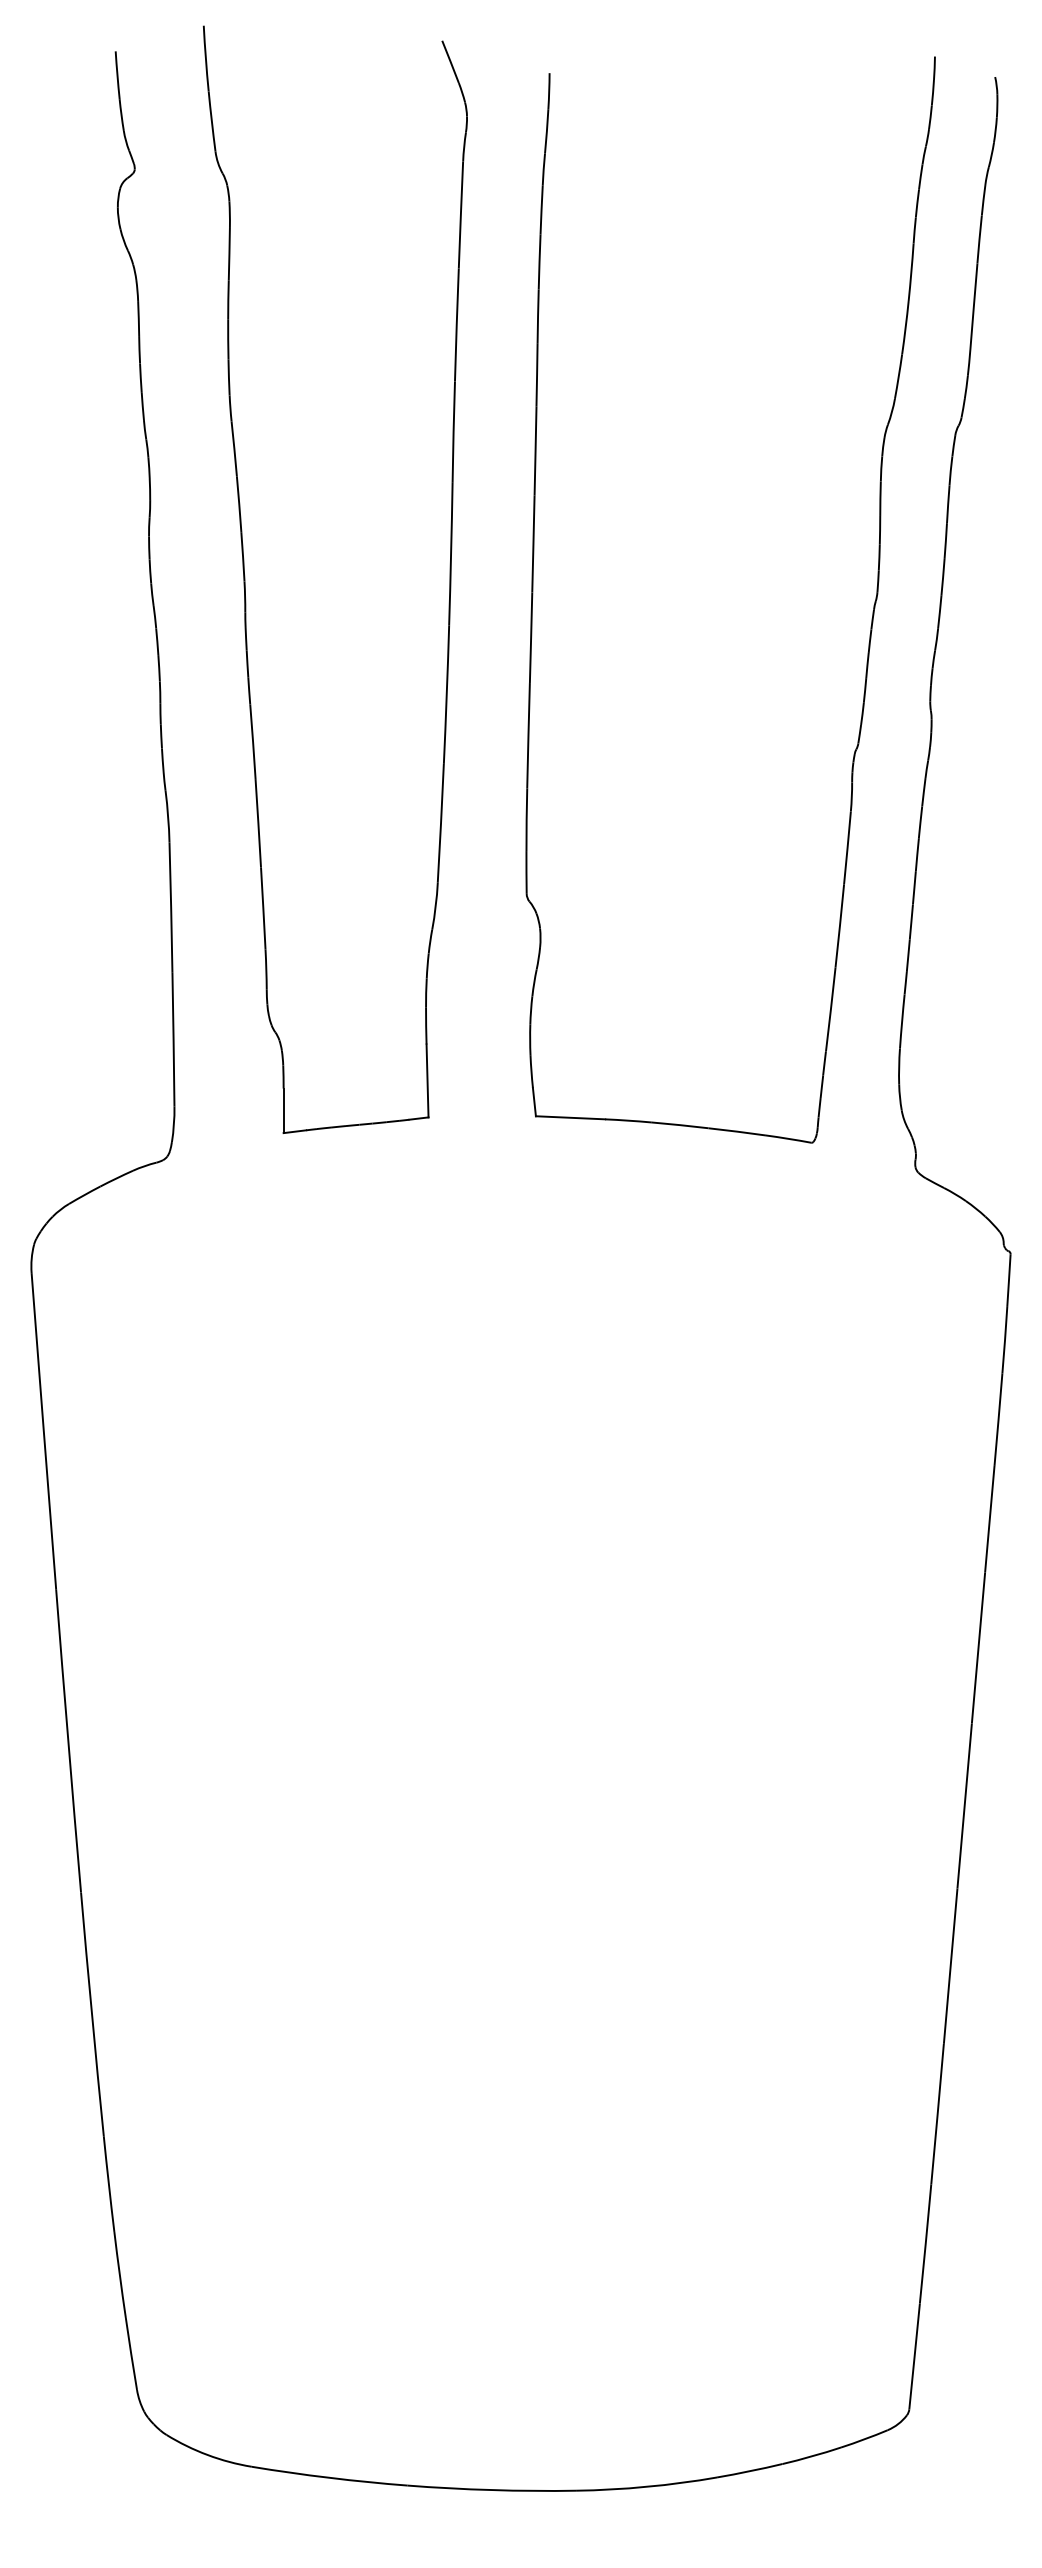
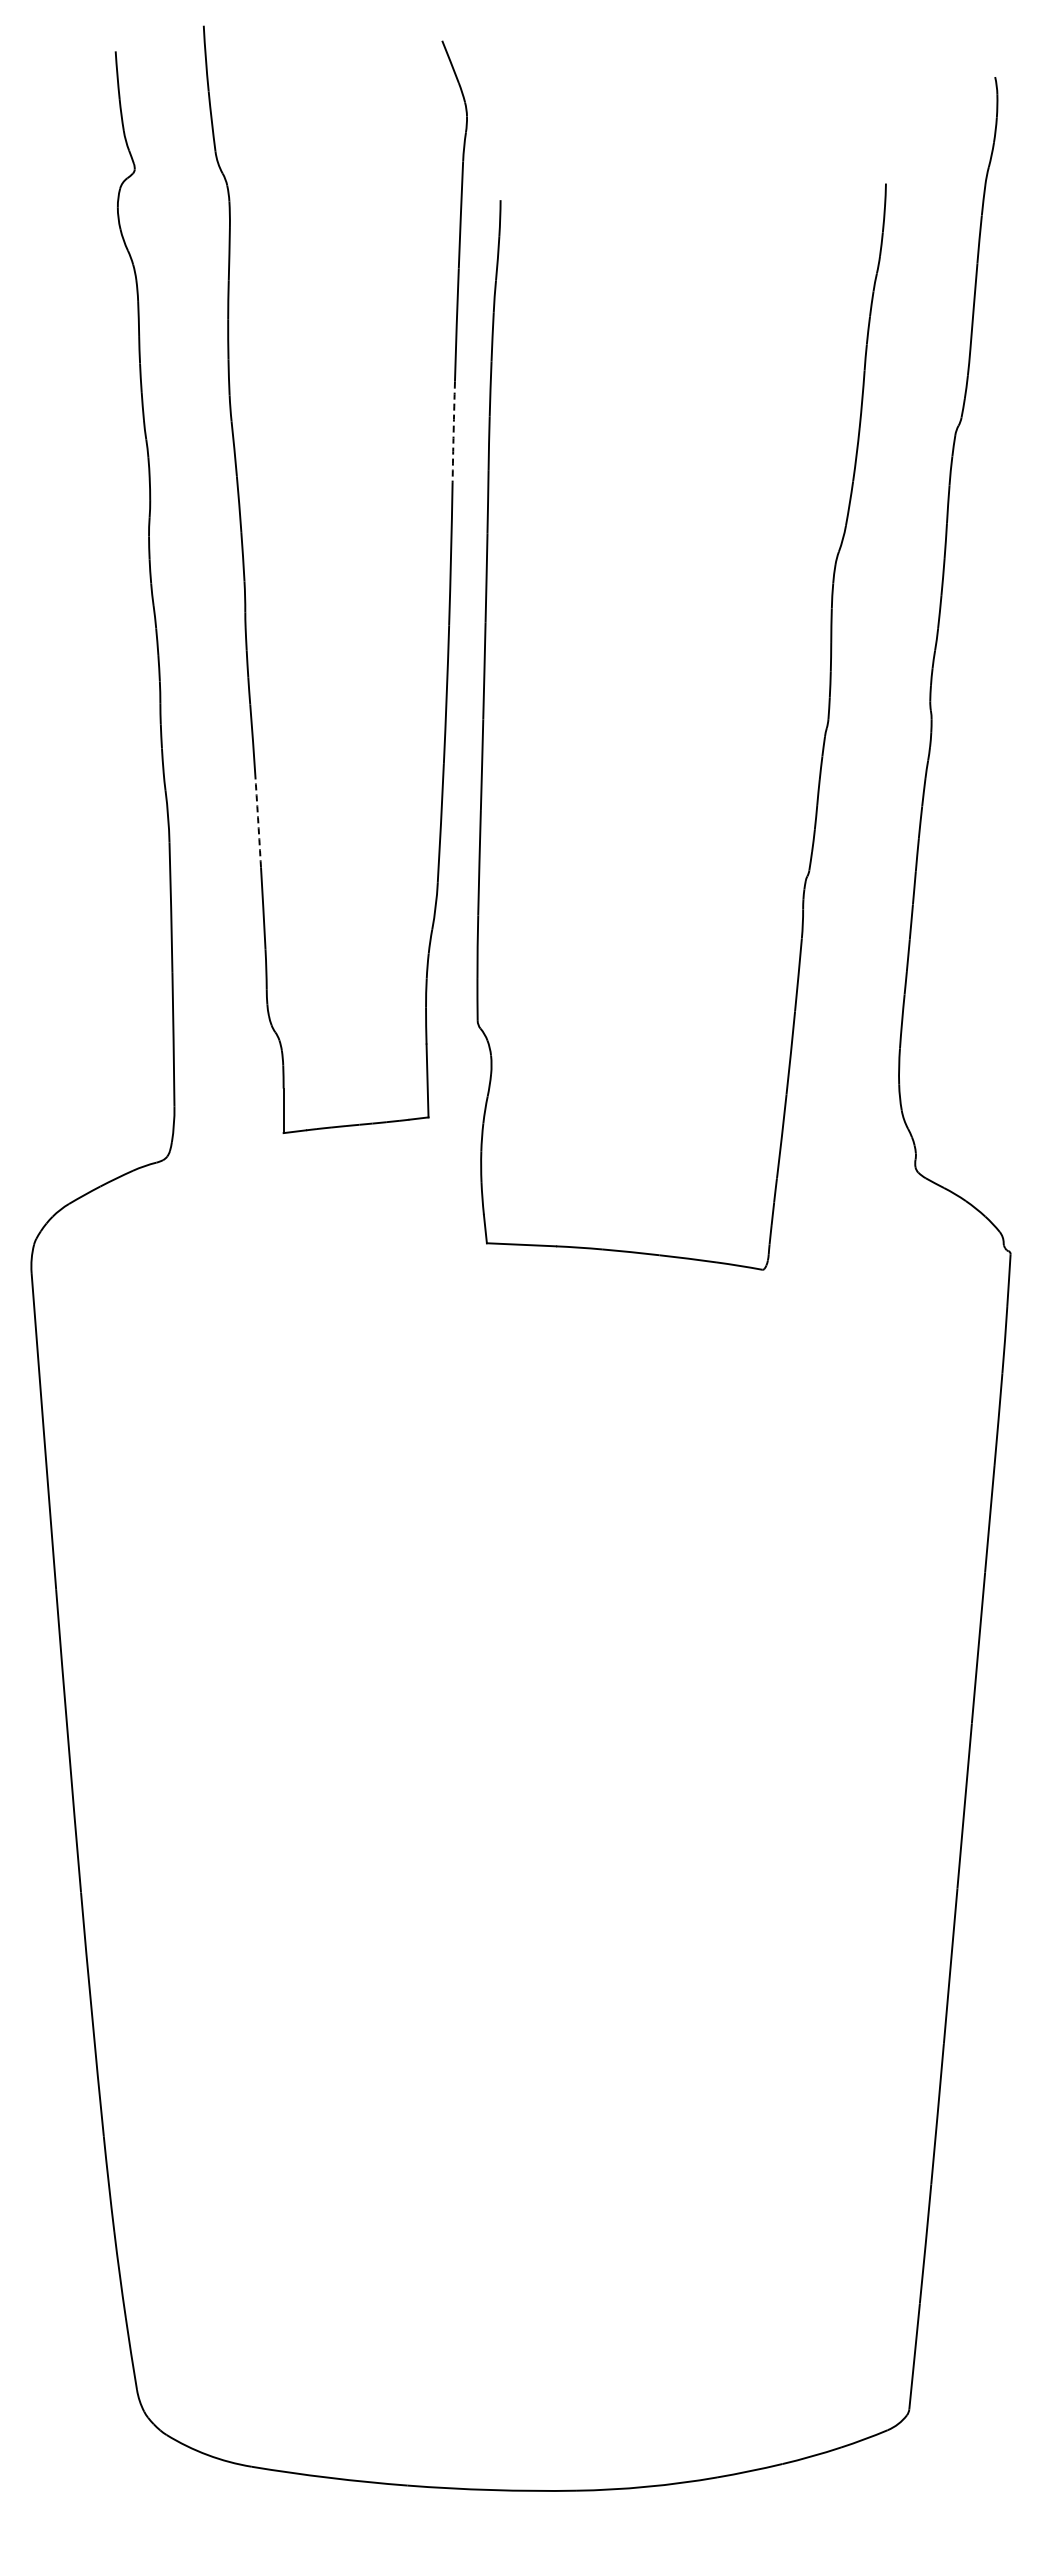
arc at (453, 432): solid -> dashed
part at (871, 618) position: (871, 618) -> (822, 745)
arc at (258, 823): solid -> dashed
